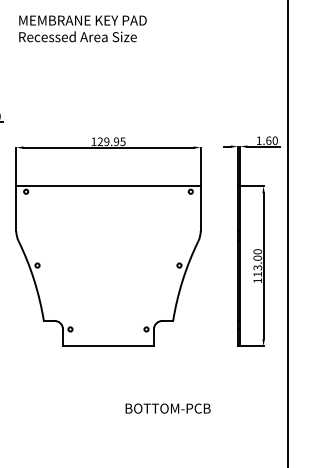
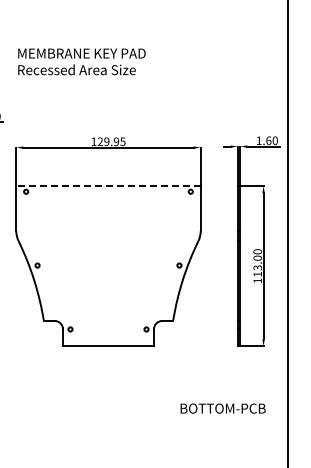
text at (82, 28) position: (82, 28) -> (81, 61)
line at (108, 186): solid -> dashed
text at (167, 408) position: (167, 408) -> (222, 408)
